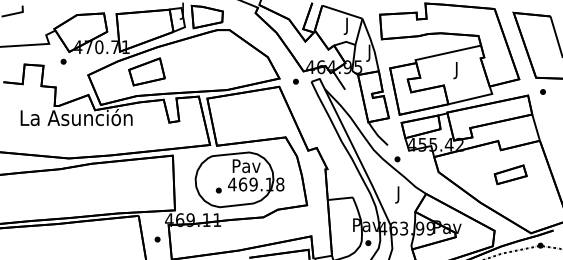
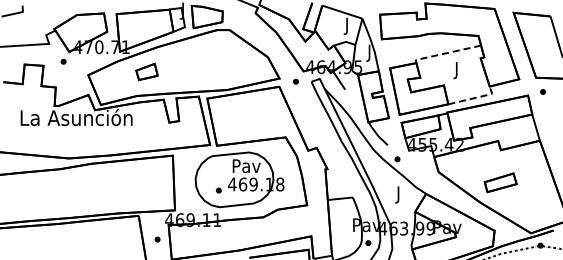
line at (445, 53): solid -> dashed
part at (146, 71) size: 38x30 px -> 24x20 px
line at (475, 98): solid -> dashed
part at (510, 174) position: (510, 174) -> (500, 182)
